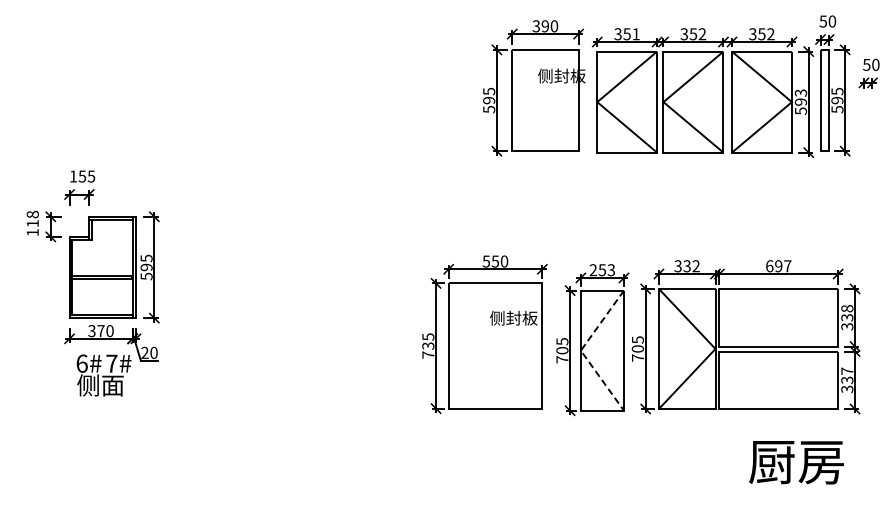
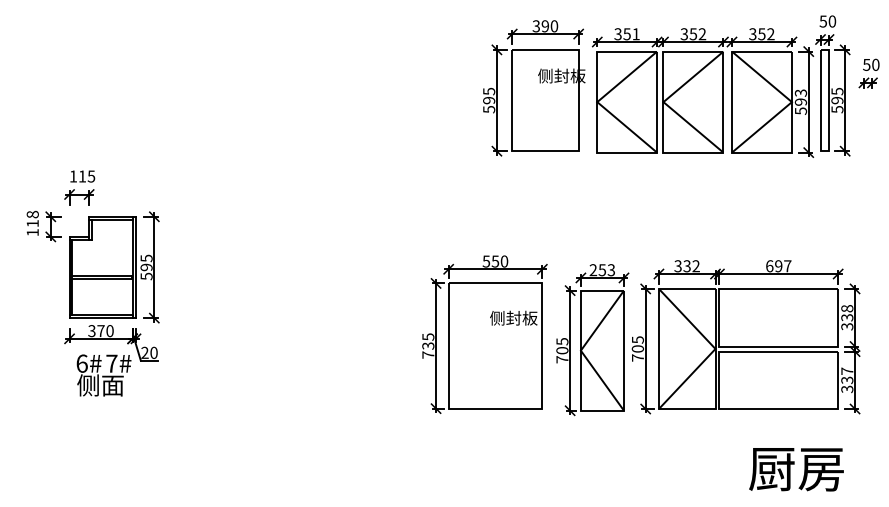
text at (82, 176): 155 -> 115
line at (580, 350): dashed -> solid
text at (796, 462) position: (796, 462) -> (796, 469)
